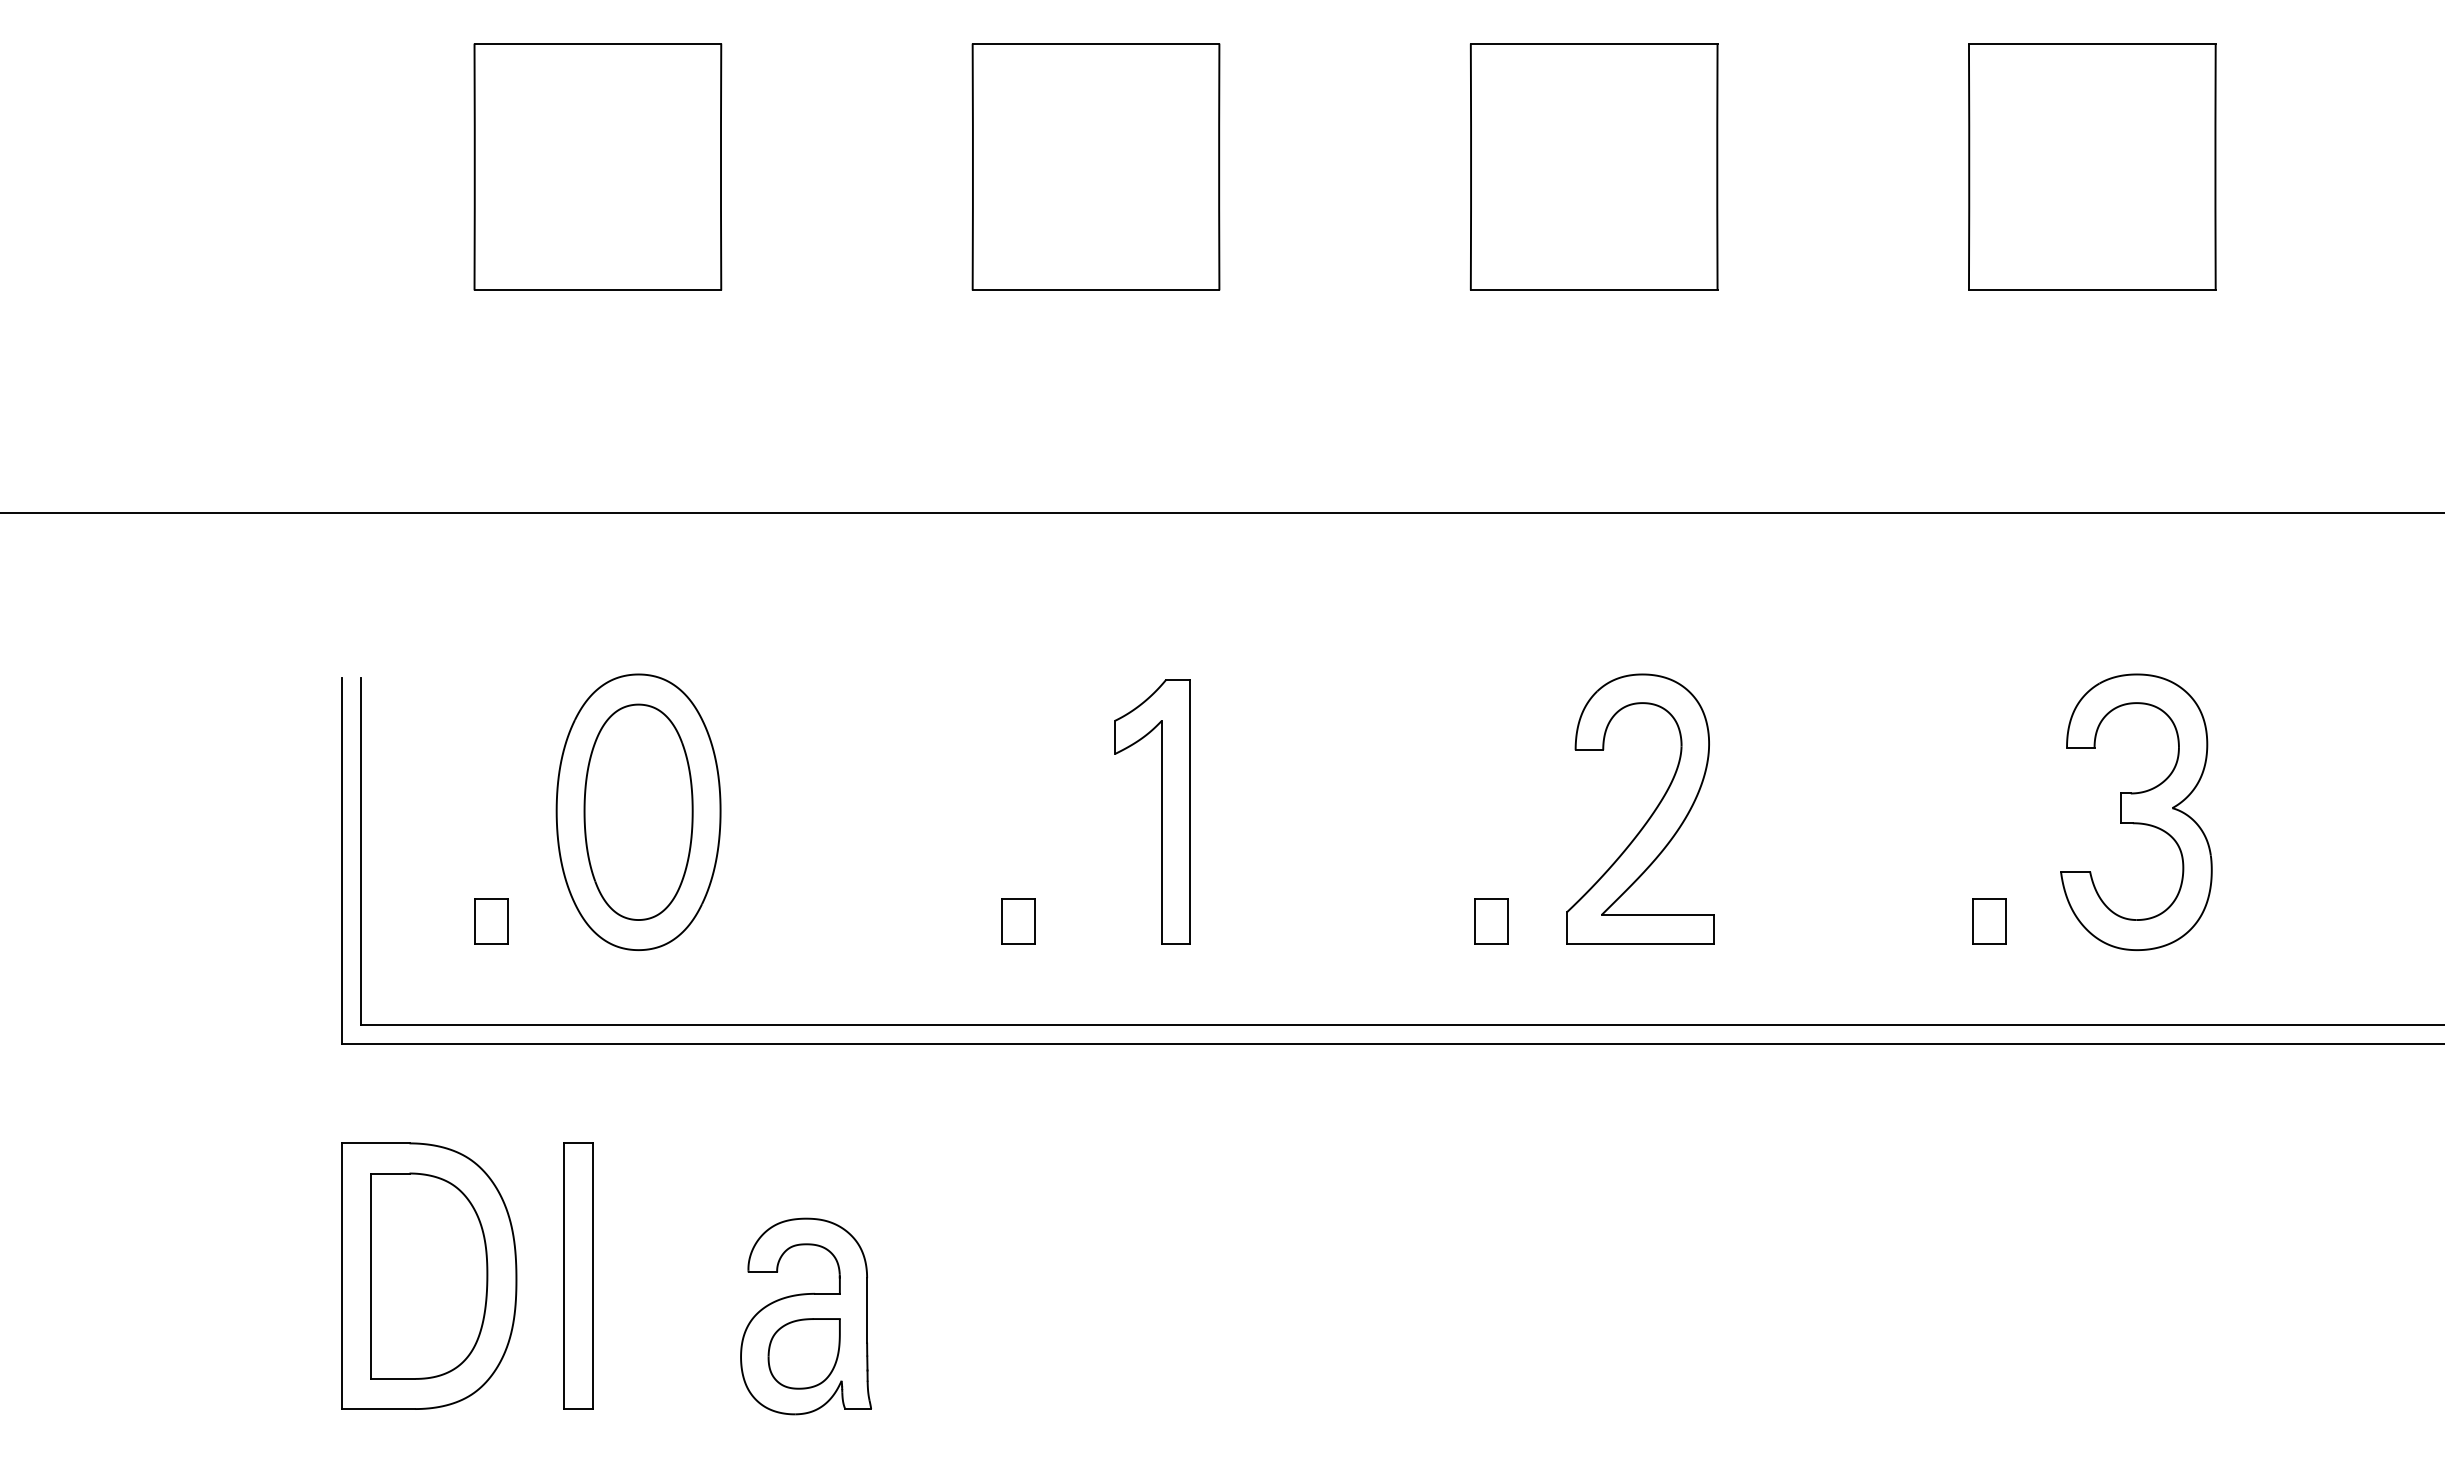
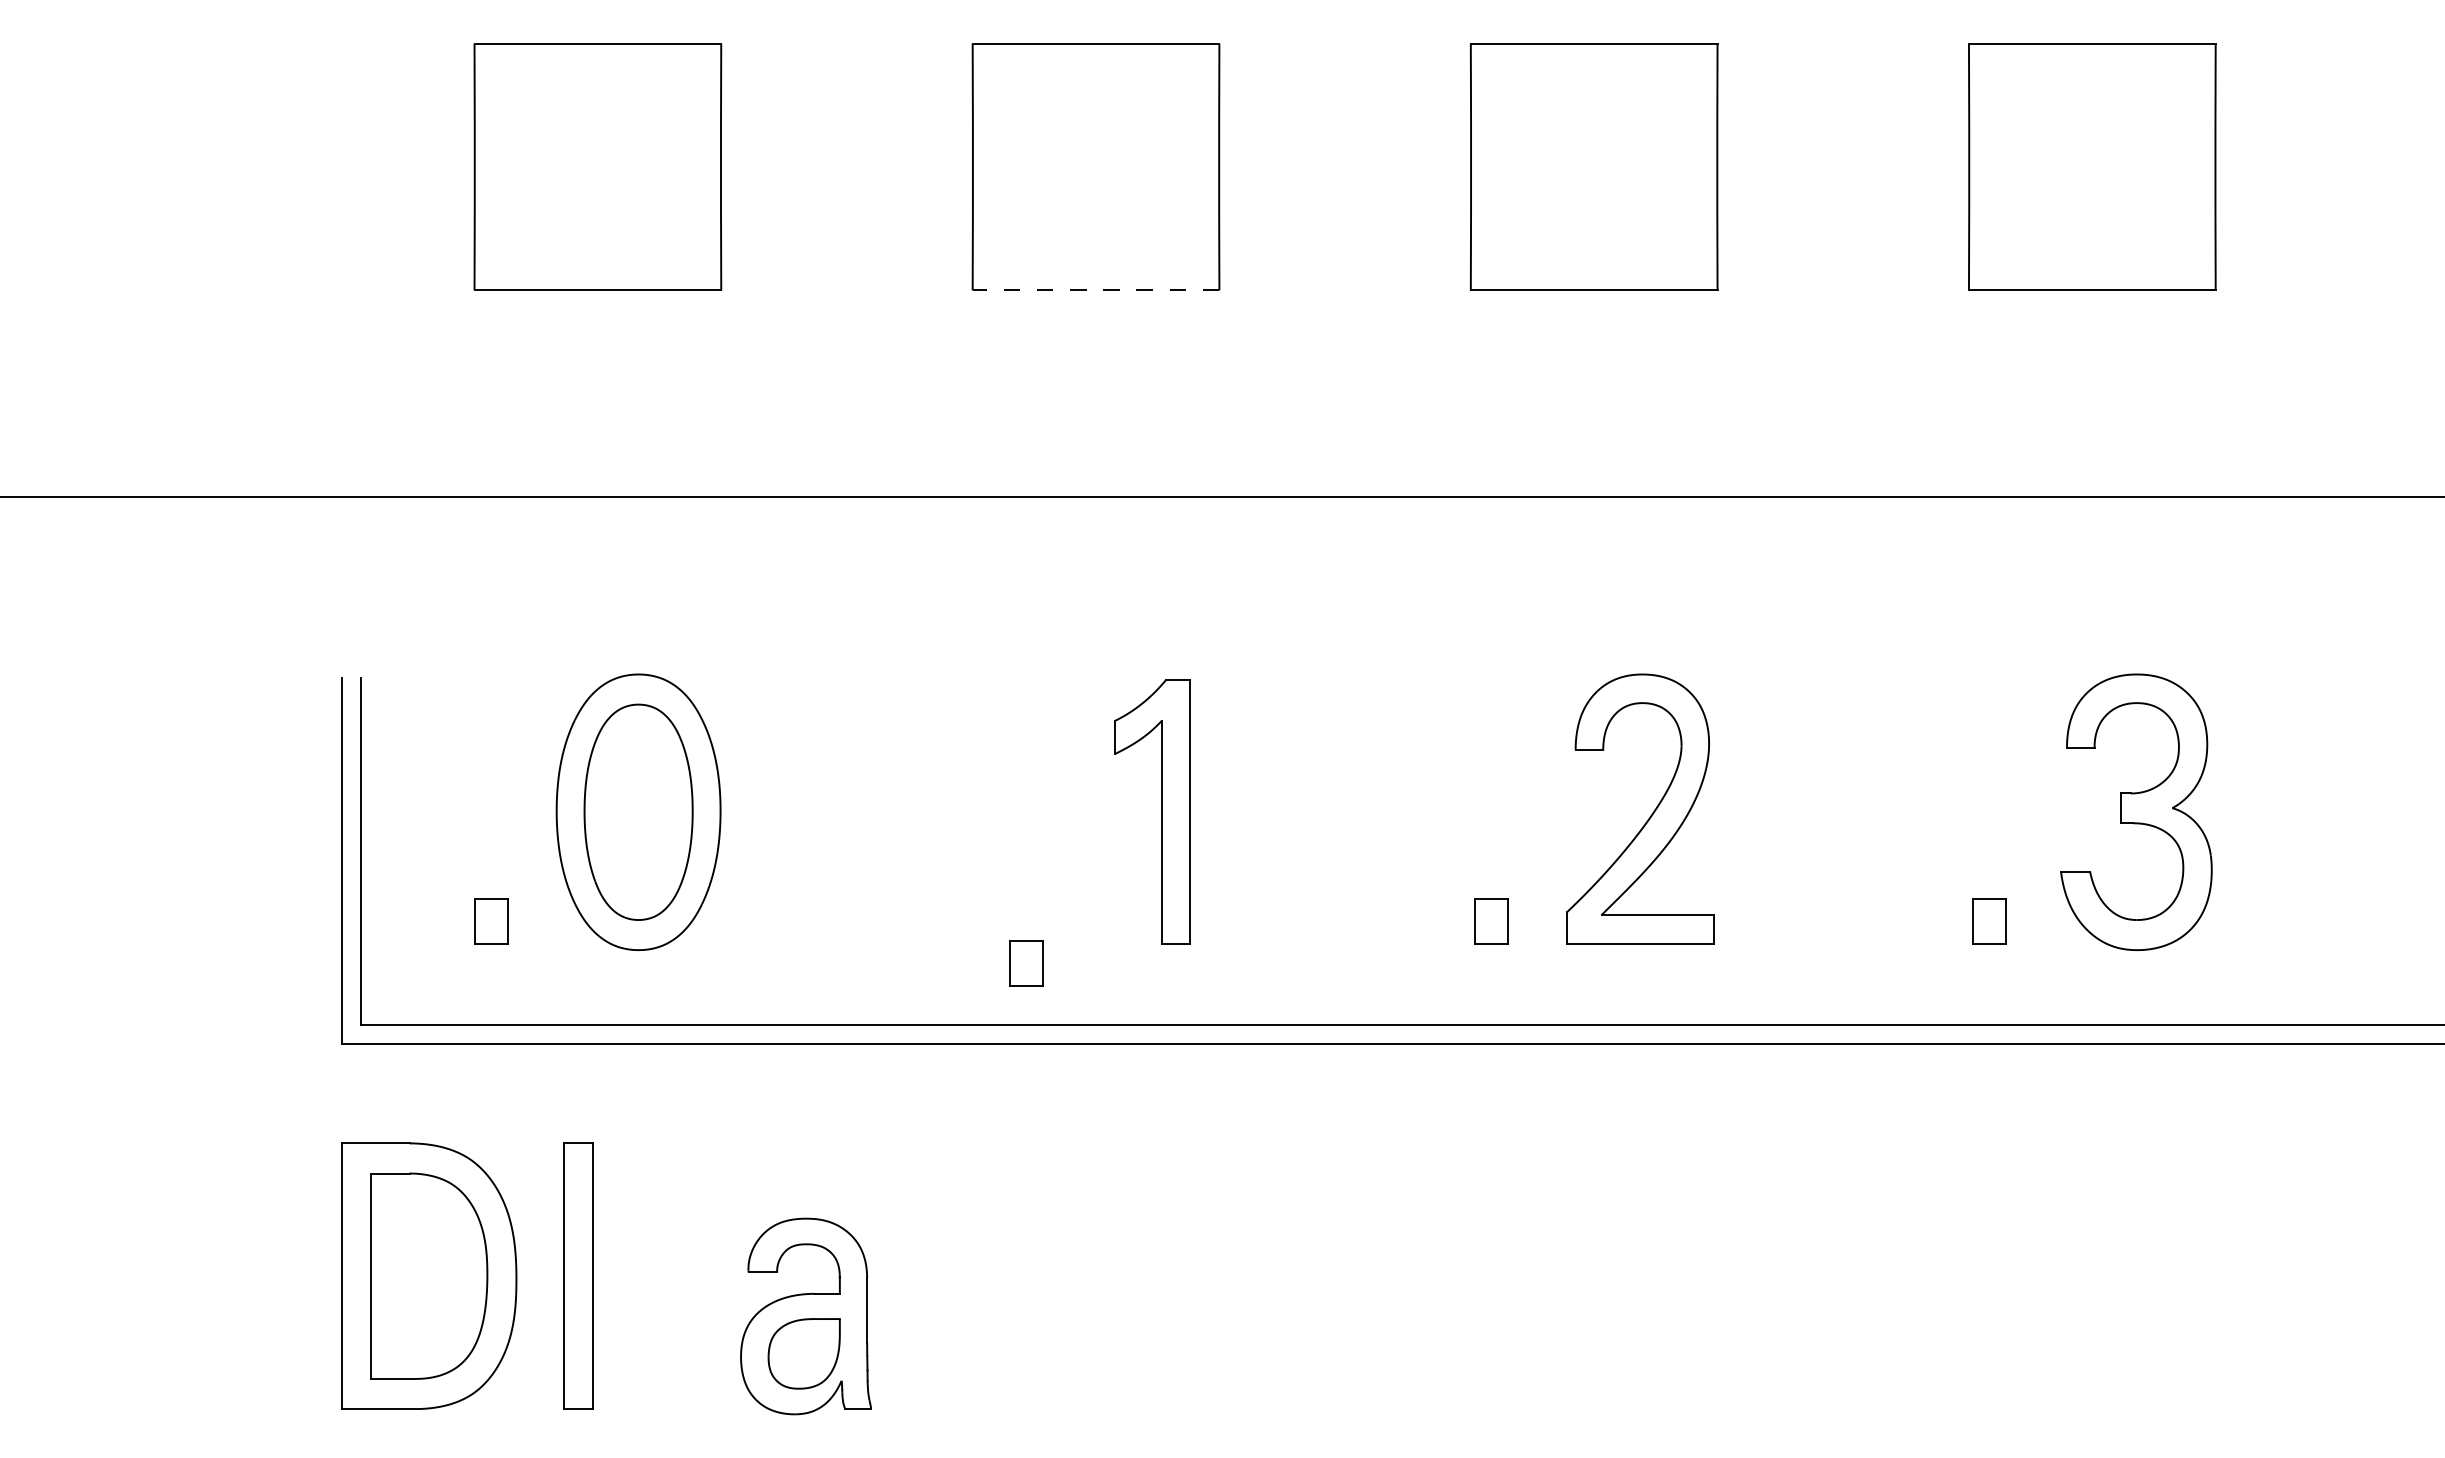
line at (1095, 290): solid -> dashed
line at (1221, 513) position: (1221, 513) -> (1221, 497)
part at (1018, 921) position: (1018, 921) -> (1026, 963)
